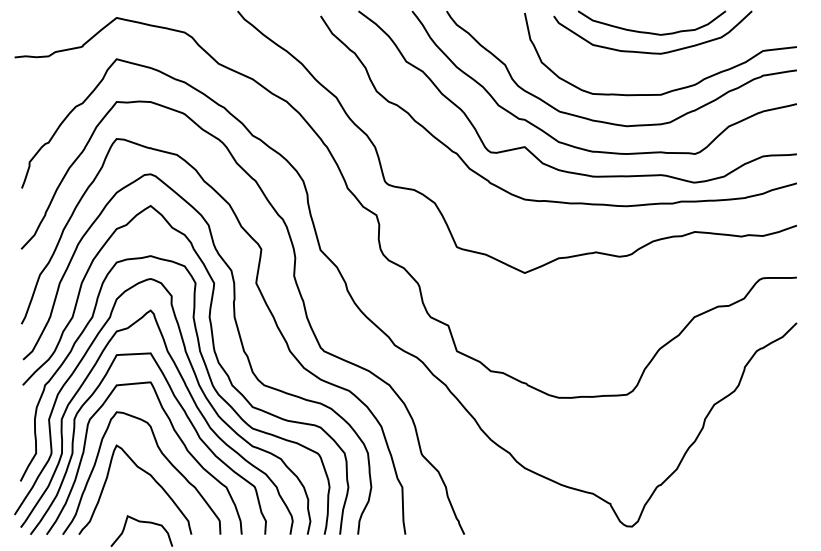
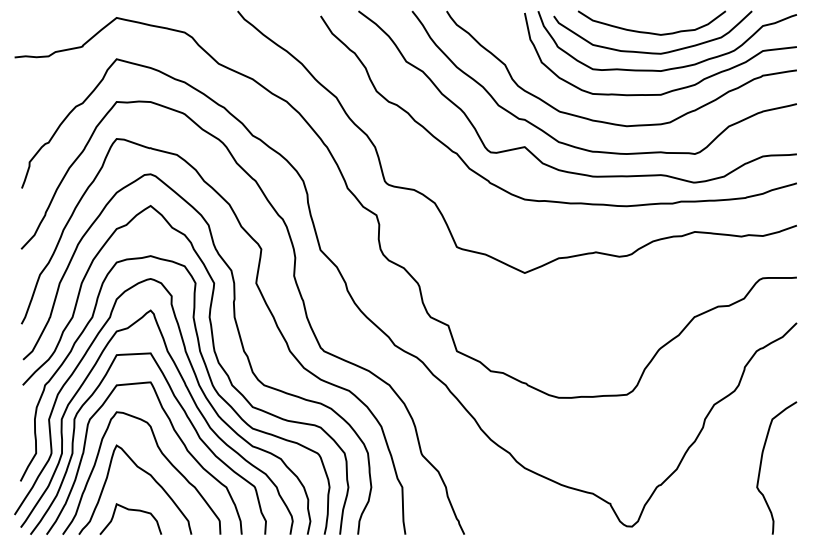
curve at (672, 67): none -> present
curve at (761, 467): none -> present
curve at (141, 522) position: (141, 522) -> (130, 510)
